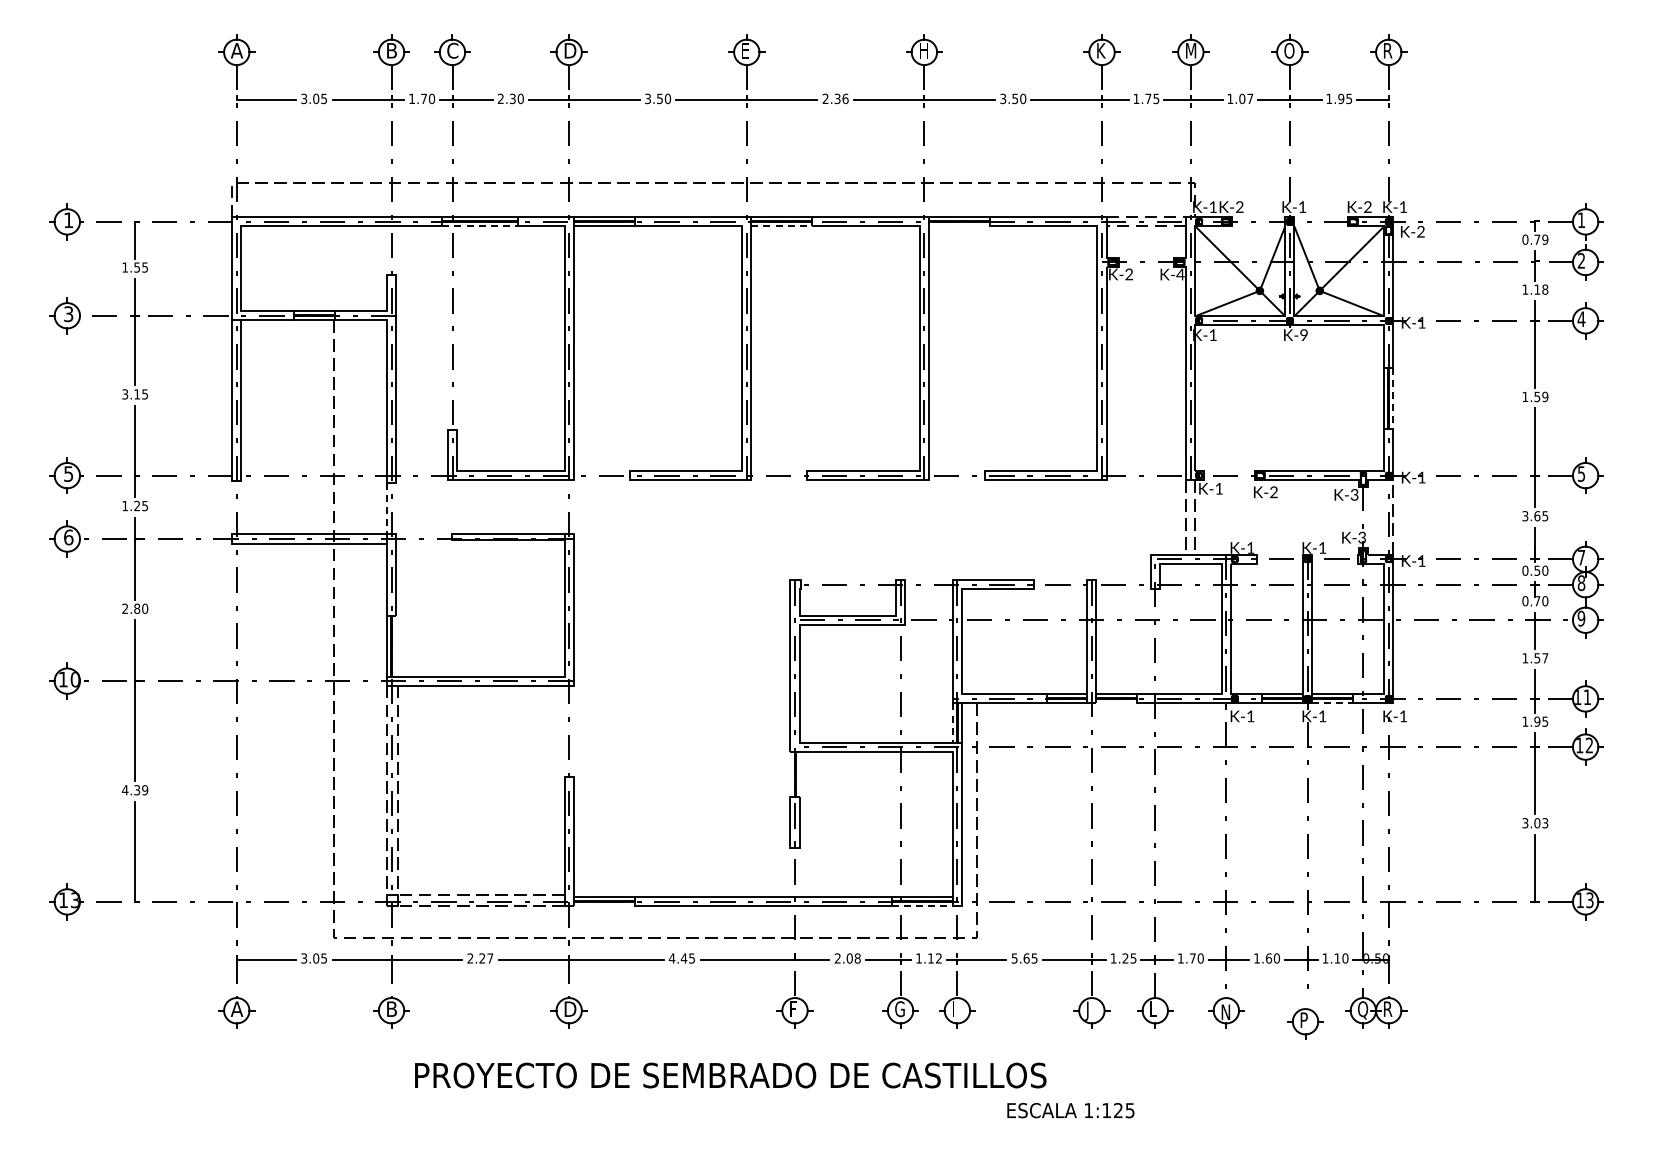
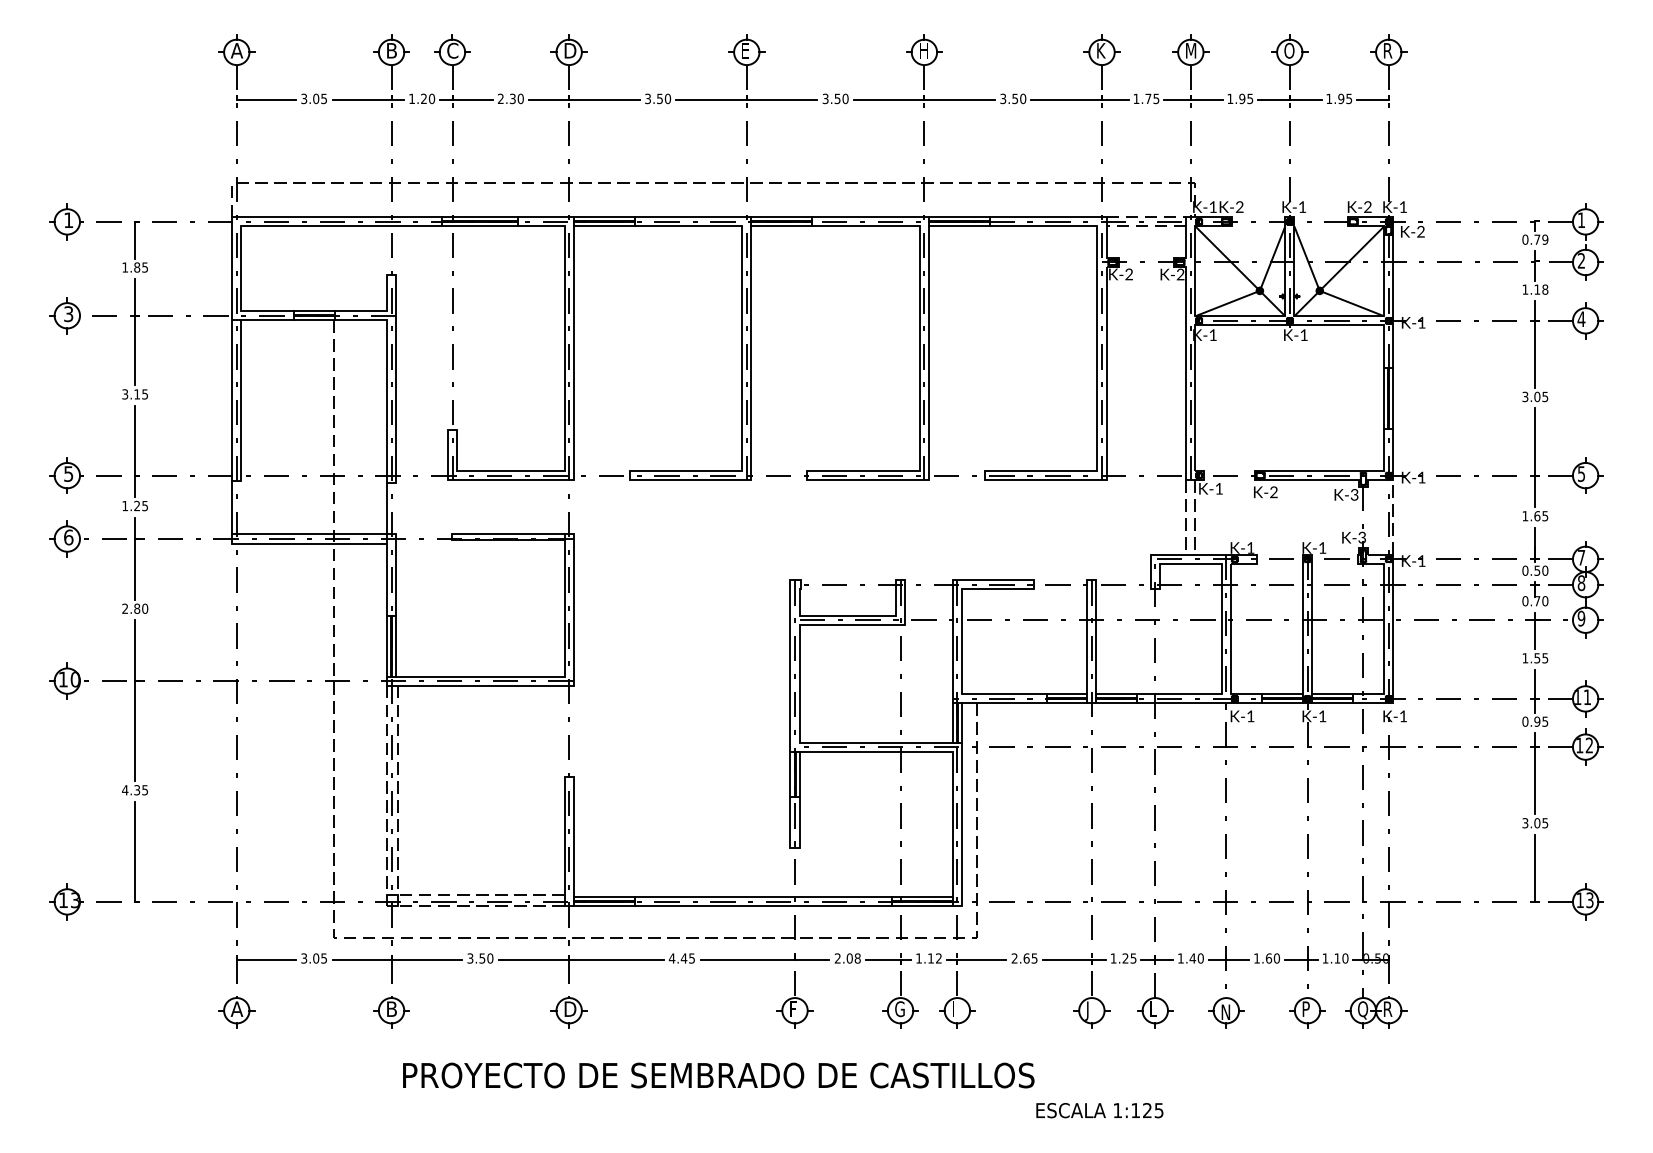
text at (423, 98): 1.70 -> 1.20
text at (835, 98): 2.36 -> 3.50
text at (1246, 99): 1.07 -> 1.95
line at (480, 226): dashed -> solid
line at (782, 226): dashed -> solid
line at (959, 226): none -> present
text at (137, 267): 1.55 -> 1.85
text at (1180, 274): K-4 -> K-2
text at (1303, 334): K-9 -> K-1
text at (1535, 396): 1.59 -> 3.05
line at (1393, 398): dashed -> solid
line at (232, 507): none -> present
line at (387, 508): dashed -> solid
text at (1525, 516): 3.65 -> 1.65
line at (396, 645): none -> present
text at (1545, 658): 1.57 -> 1.55
line at (1116, 703): none -> present
line at (1332, 703): dashed -> solid
text at (1525, 721): 1.95 -> 0.95
line at (952, 723): dashed -> solid
line at (790, 774): none -> present
line at (799, 774): none -> present
text at (145, 789): 4.39 -> 4.35
text at (1545, 822): 3.03 -> 3.05
line at (603, 906): none -> present
line at (922, 906): dashed -> solid
text at (480, 958): 2.27 -> 3.50
text at (1014, 958): 5.65 -> 2.65
text at (1192, 958): 1.70 -> 1.40
part at (1305, 1023) position: (1305, 1023) -> (1307, 1012)
text at (730, 1075) position: (730, 1075) -> (718, 1075)
text at (1070, 1110) position: (1070, 1110) -> (1099, 1110)
